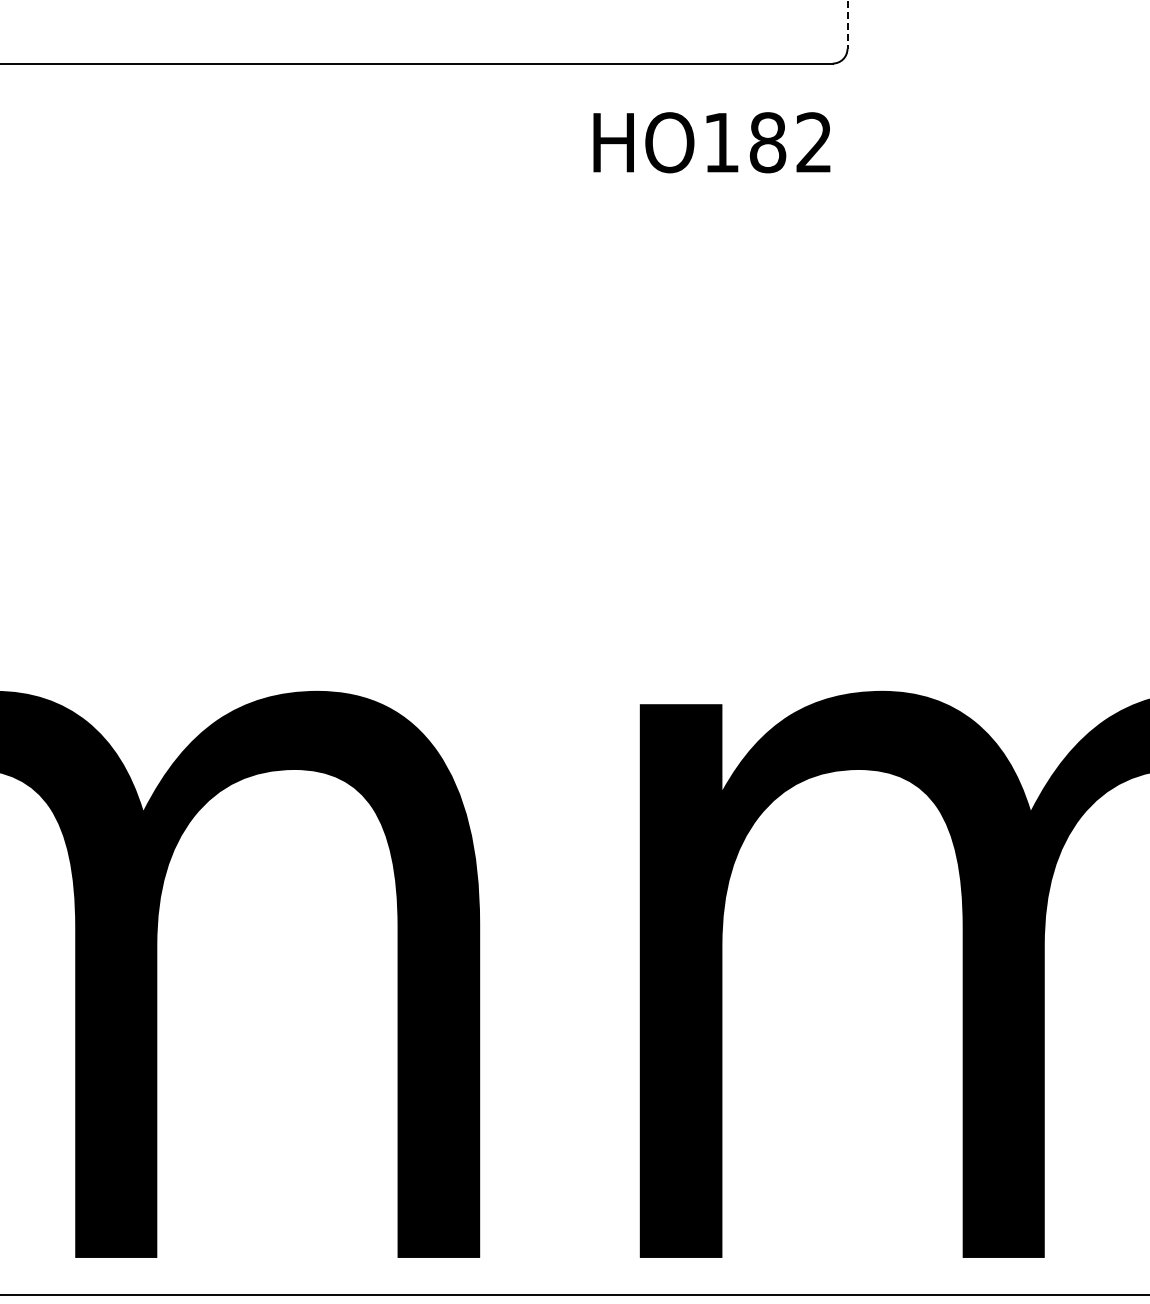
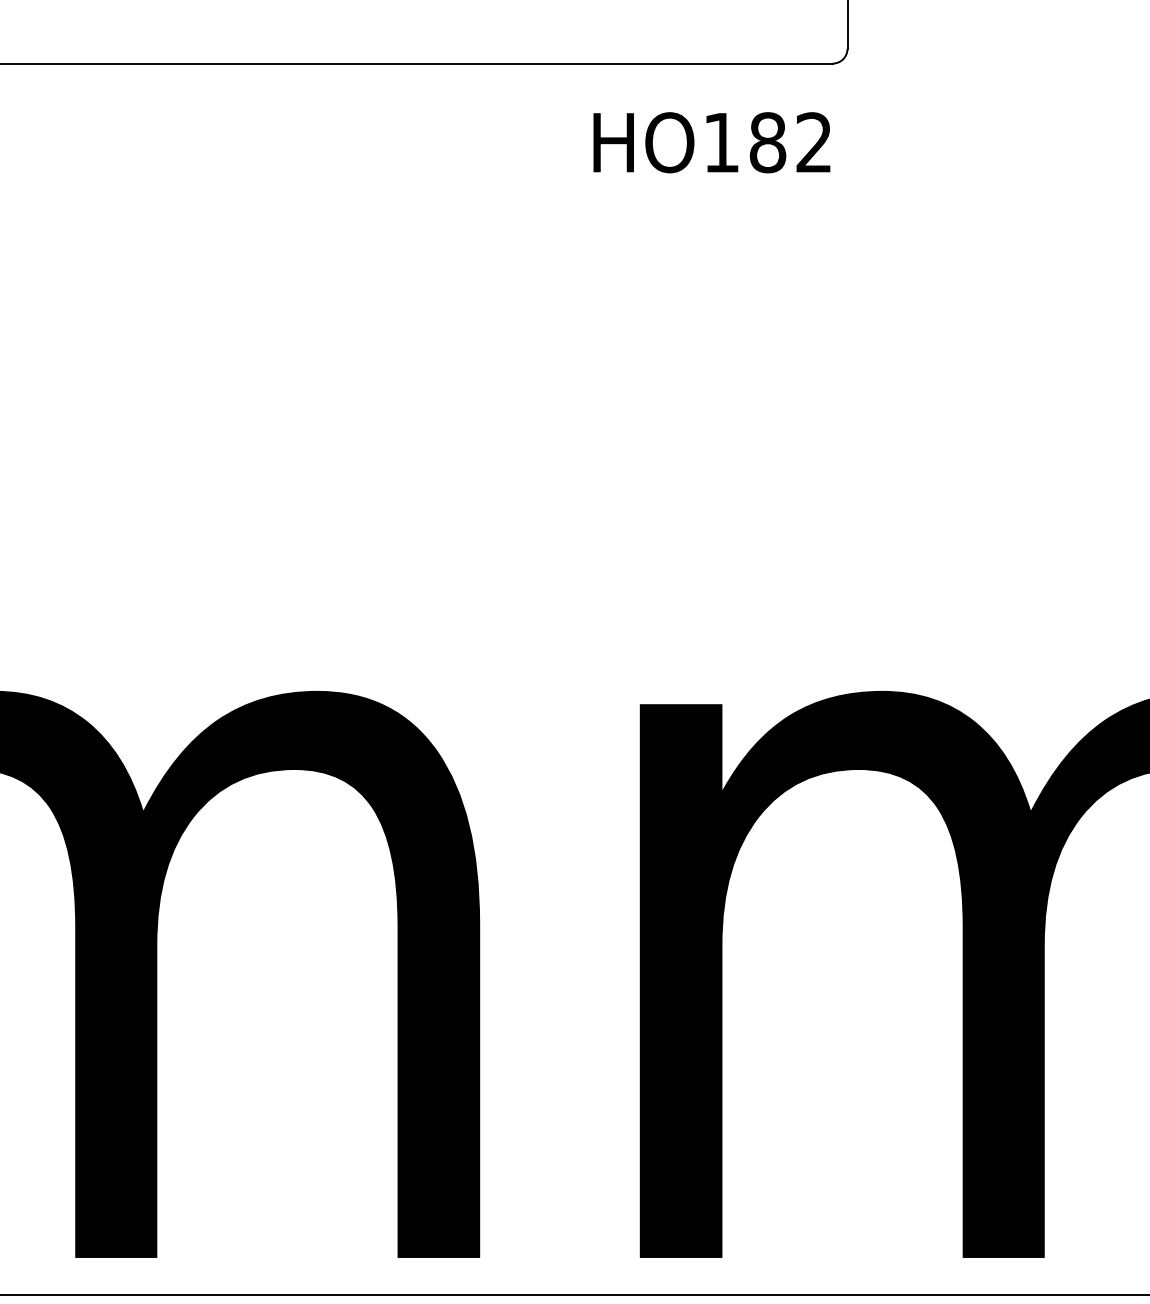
line at (847, 24): dashed -> solid
